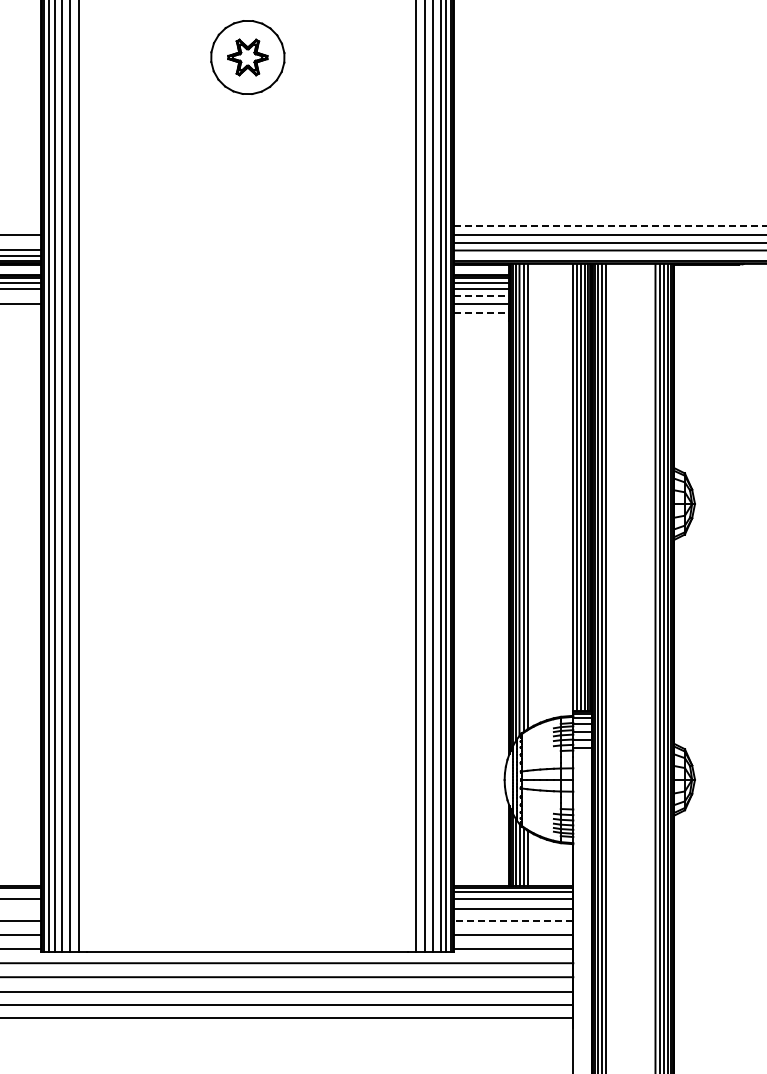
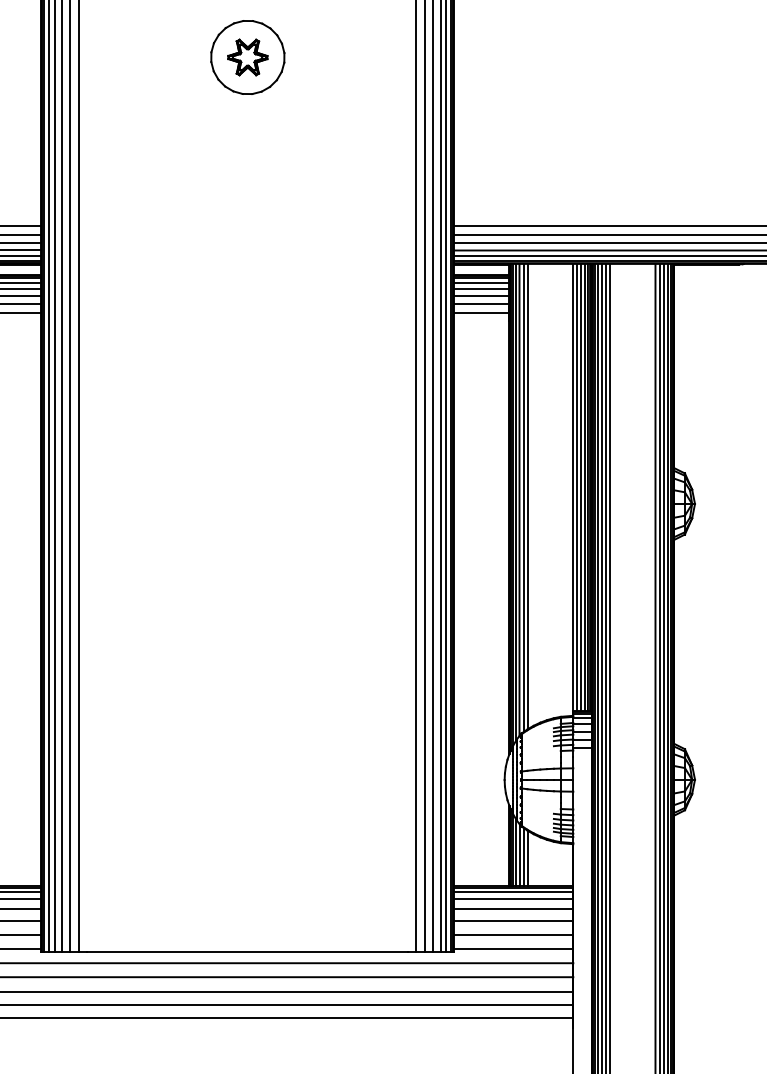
line at (21, 226): none -> present
line at (610, 226): dashed -> solid
line at (21, 243): none -> present
line at (608, 256): none -> present
line at (21, 295): none -> present
line at (481, 295): dashed -> solid
line at (21, 312): none -> present
line at (481, 312): dashed -> solid
line at (610, 666): none -> present
line at (21, 891): none -> present
line at (21, 908): none -> present
line at (513, 921): dashed -> solid
